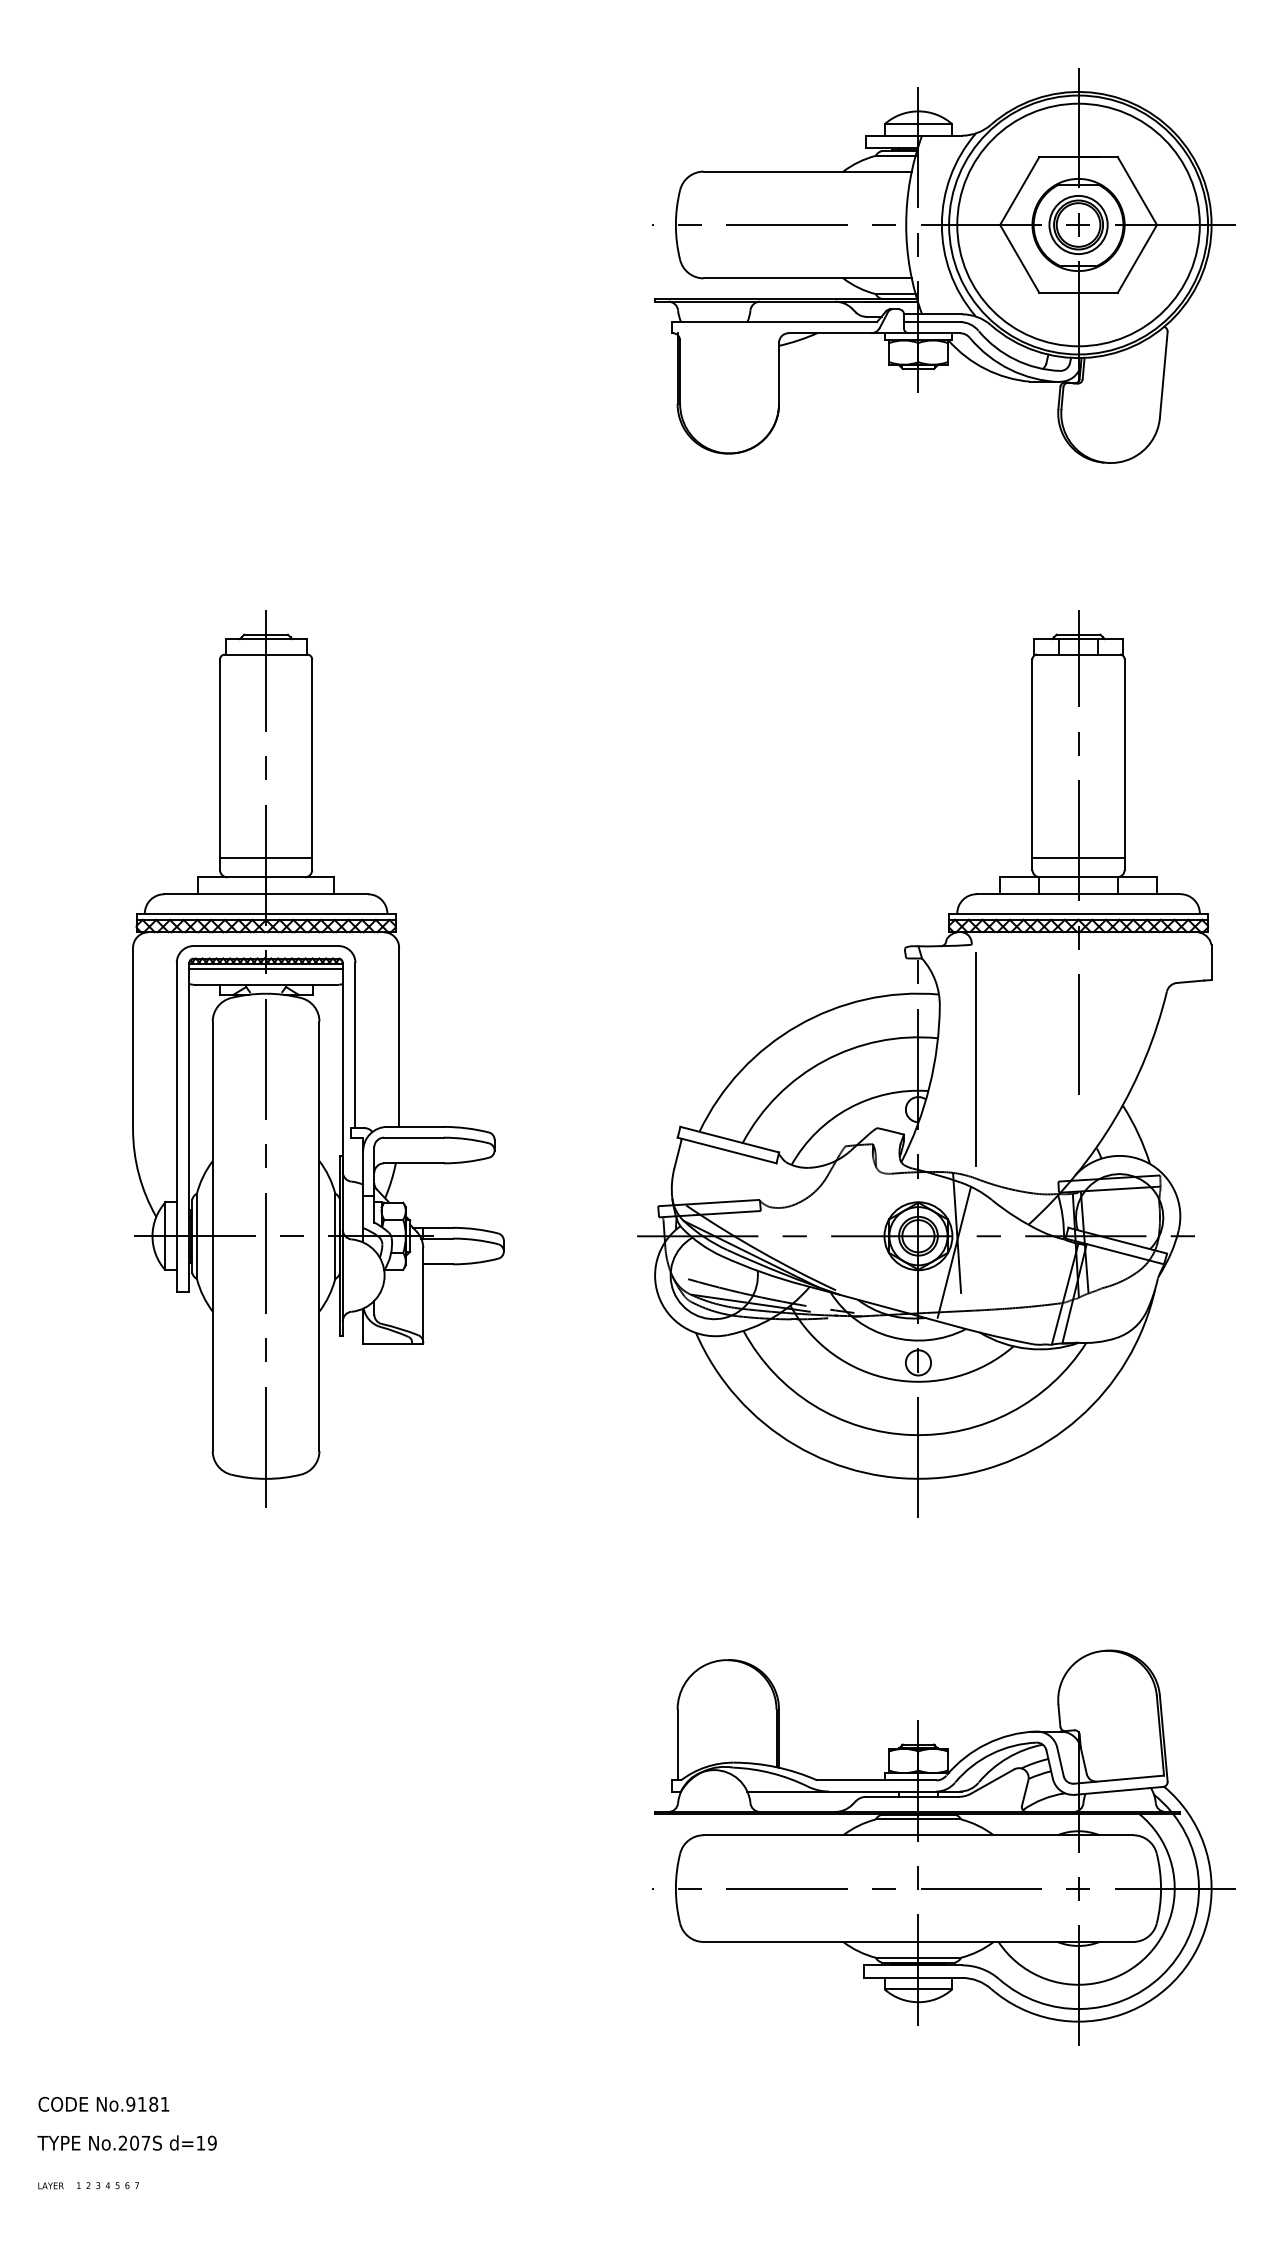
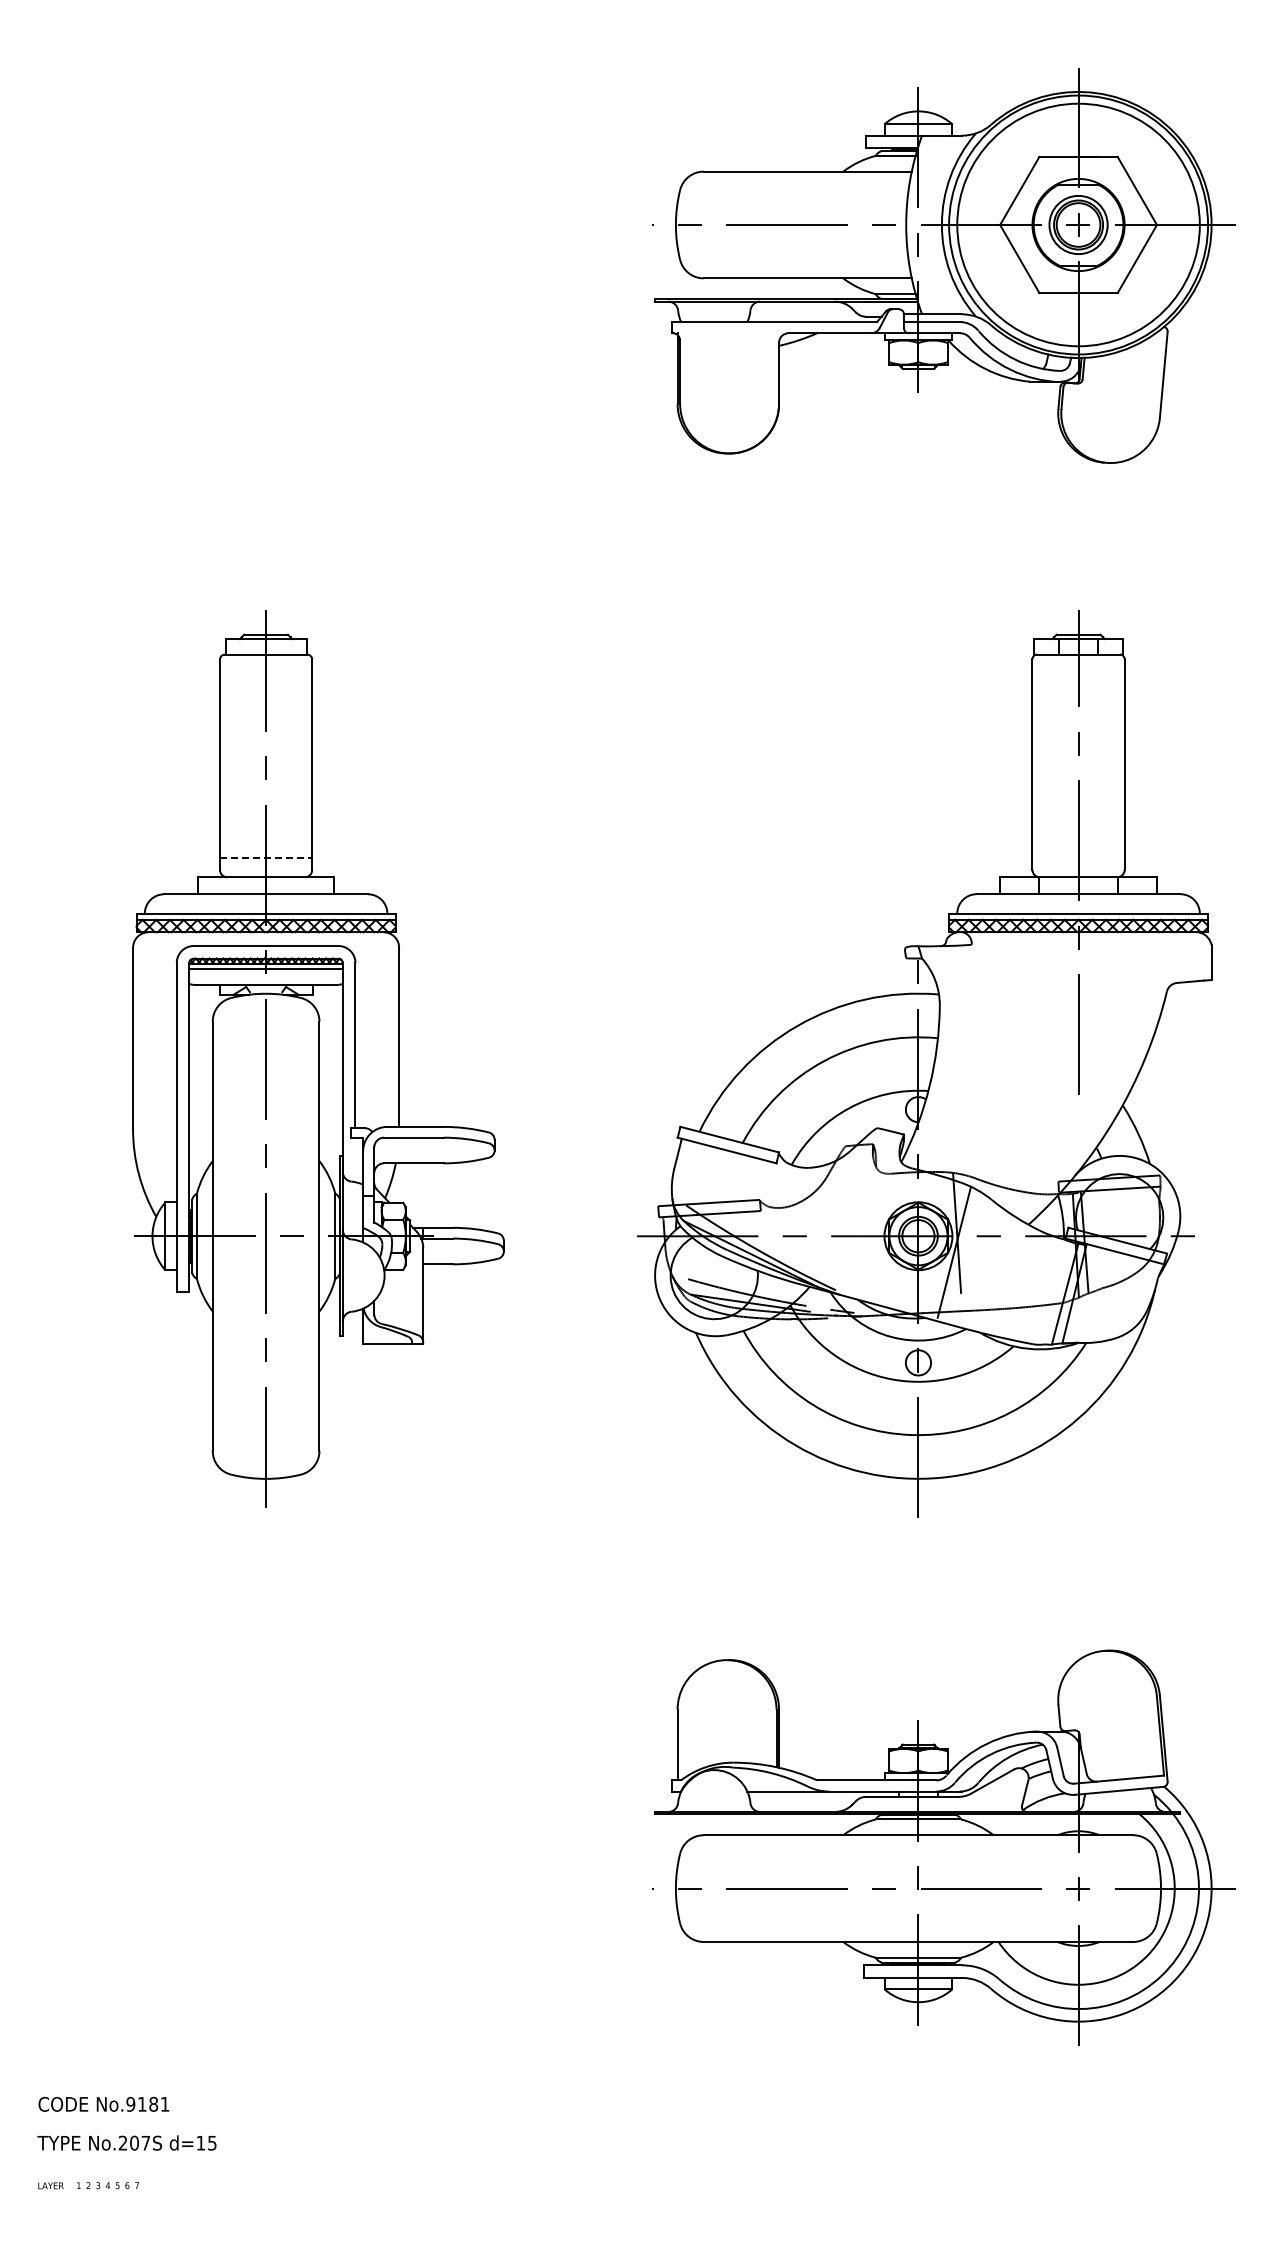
line at (266, 858): solid -> dashed
line at (1078, 858): present -> none
line at (975, 1059): present -> none
text at (211, 2142): d=19 -> d=15
